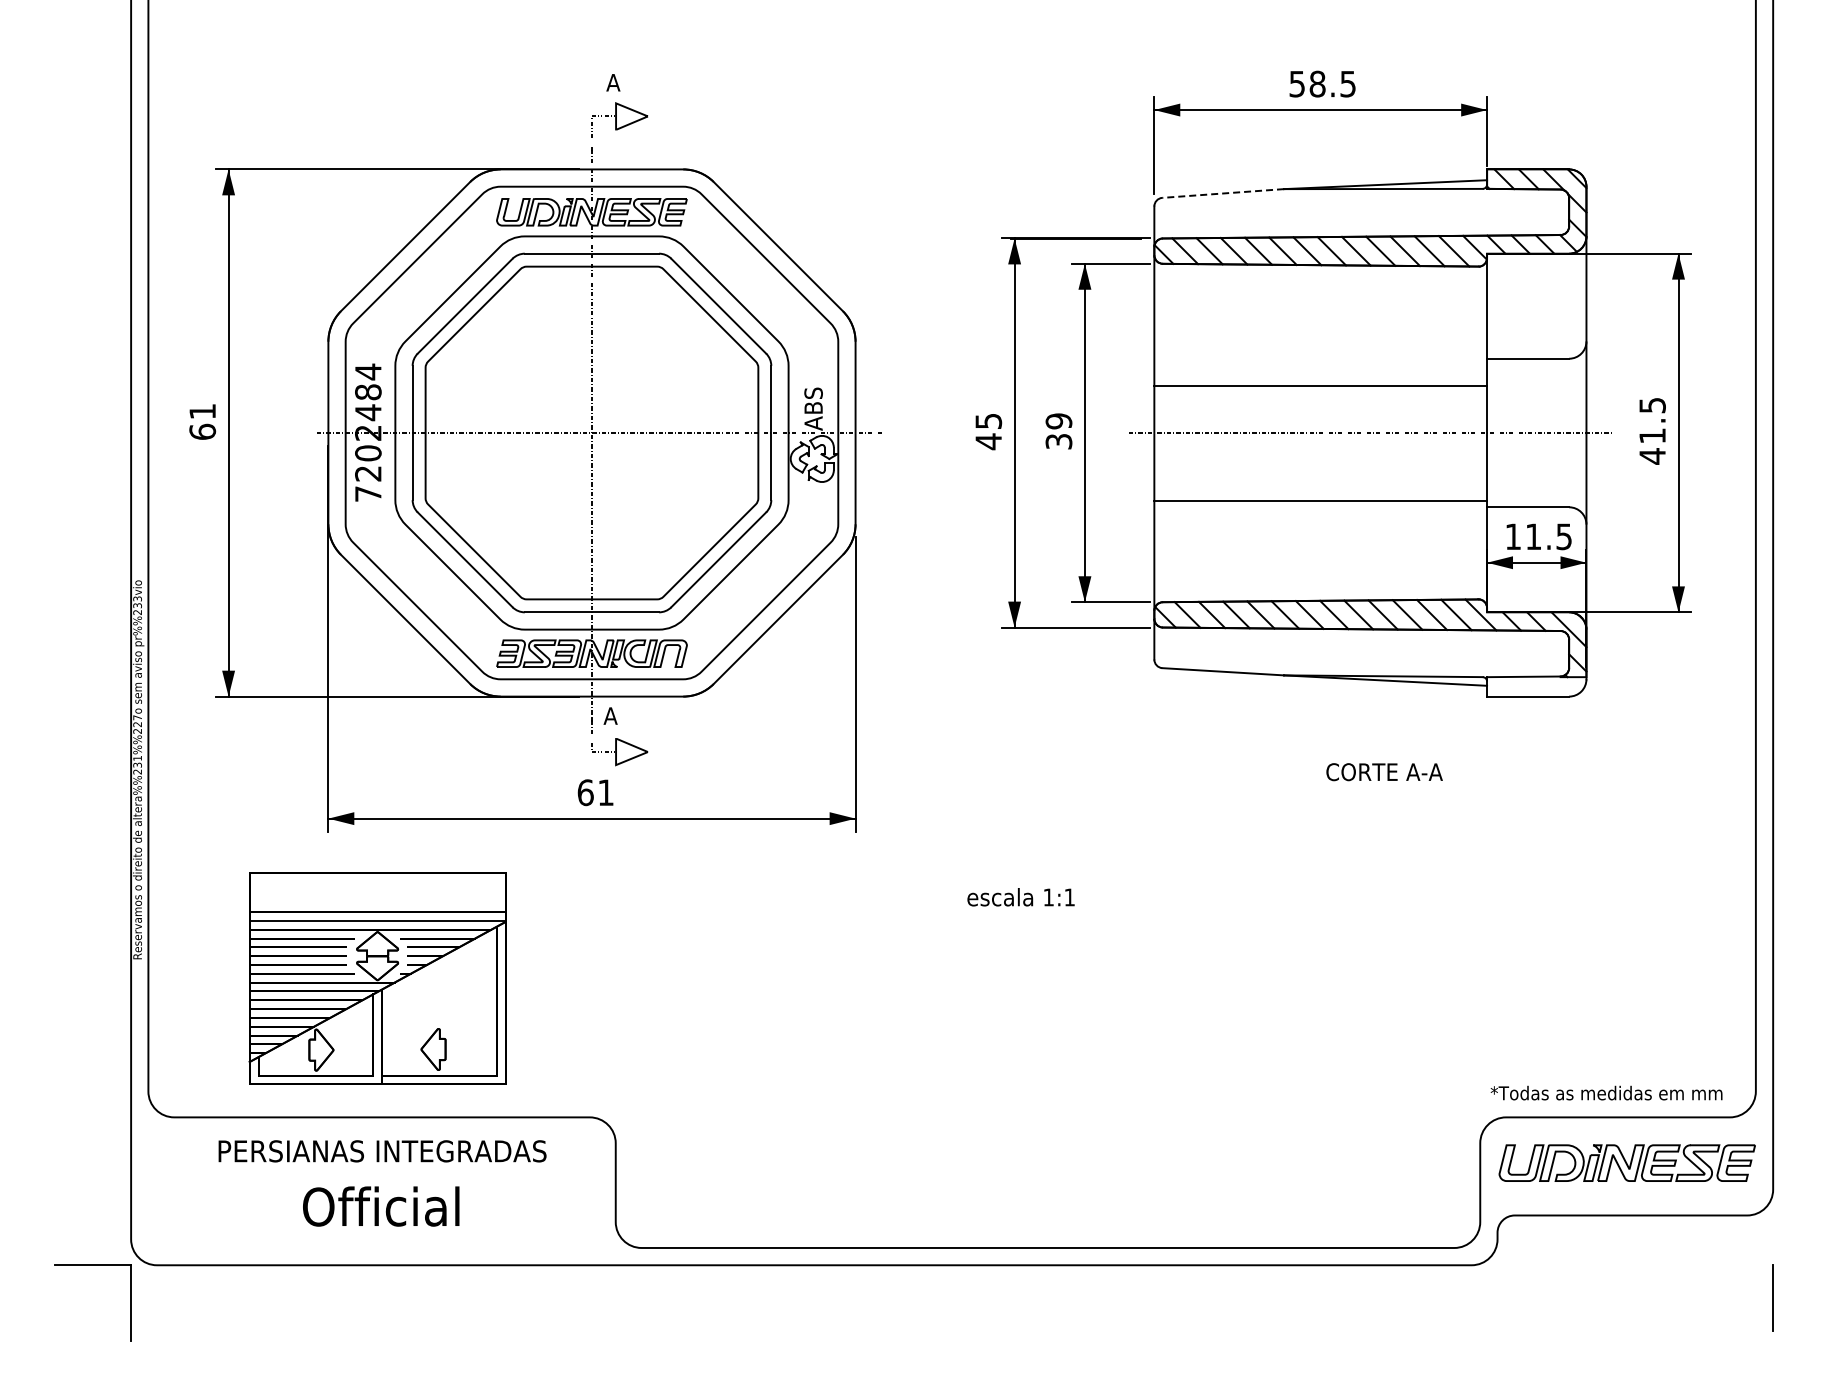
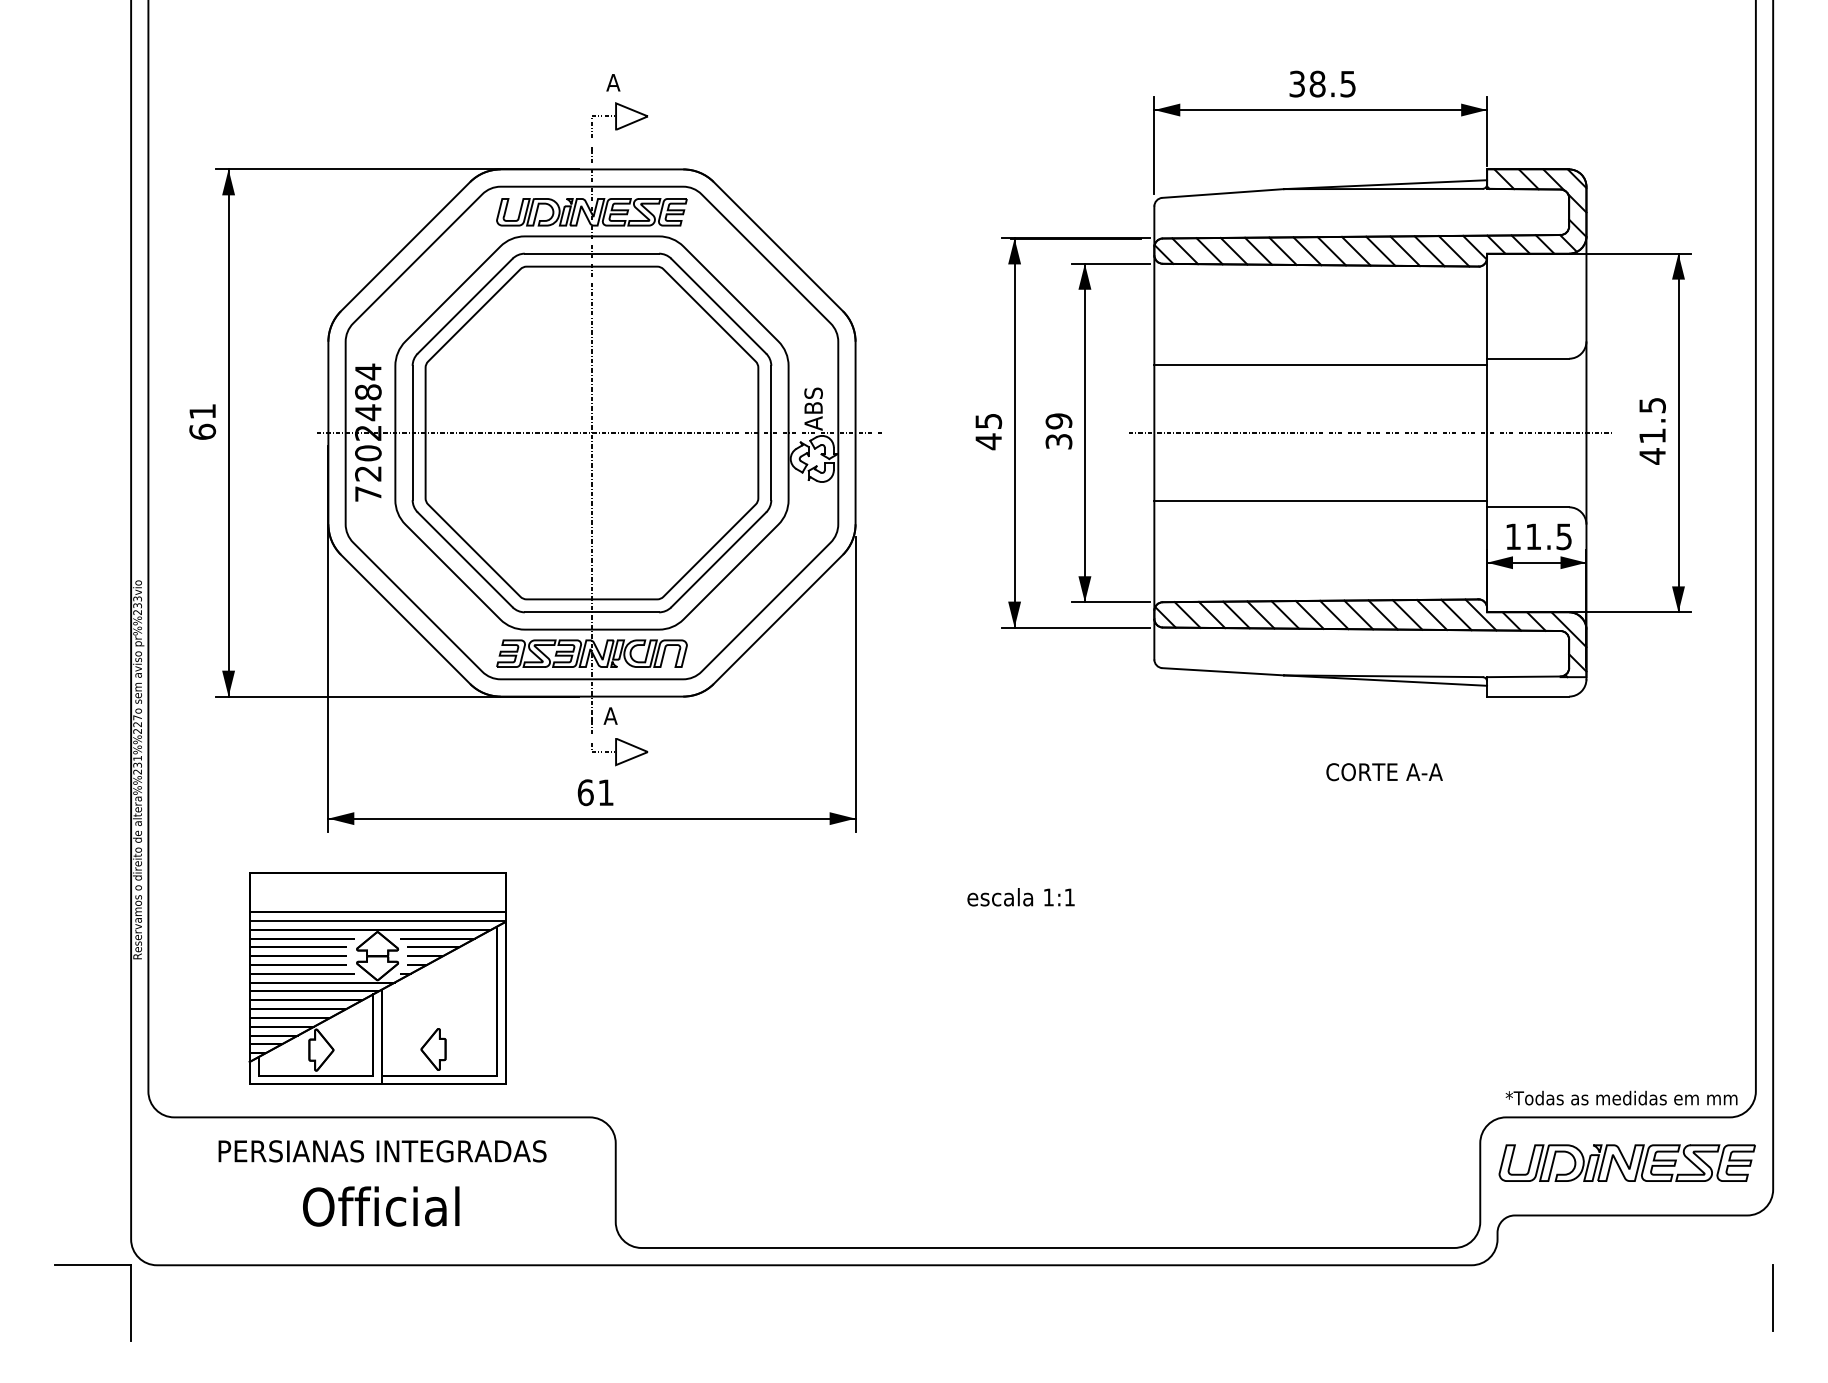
text at (1297, 83): 58.5 -> 38.5
line at (1222, 193): dashed -> solid
line at (1320, 386) position: (1320, 386) -> (1320, 365)
text at (1606, 1092) position: (1606, 1092) -> (1621, 1097)
